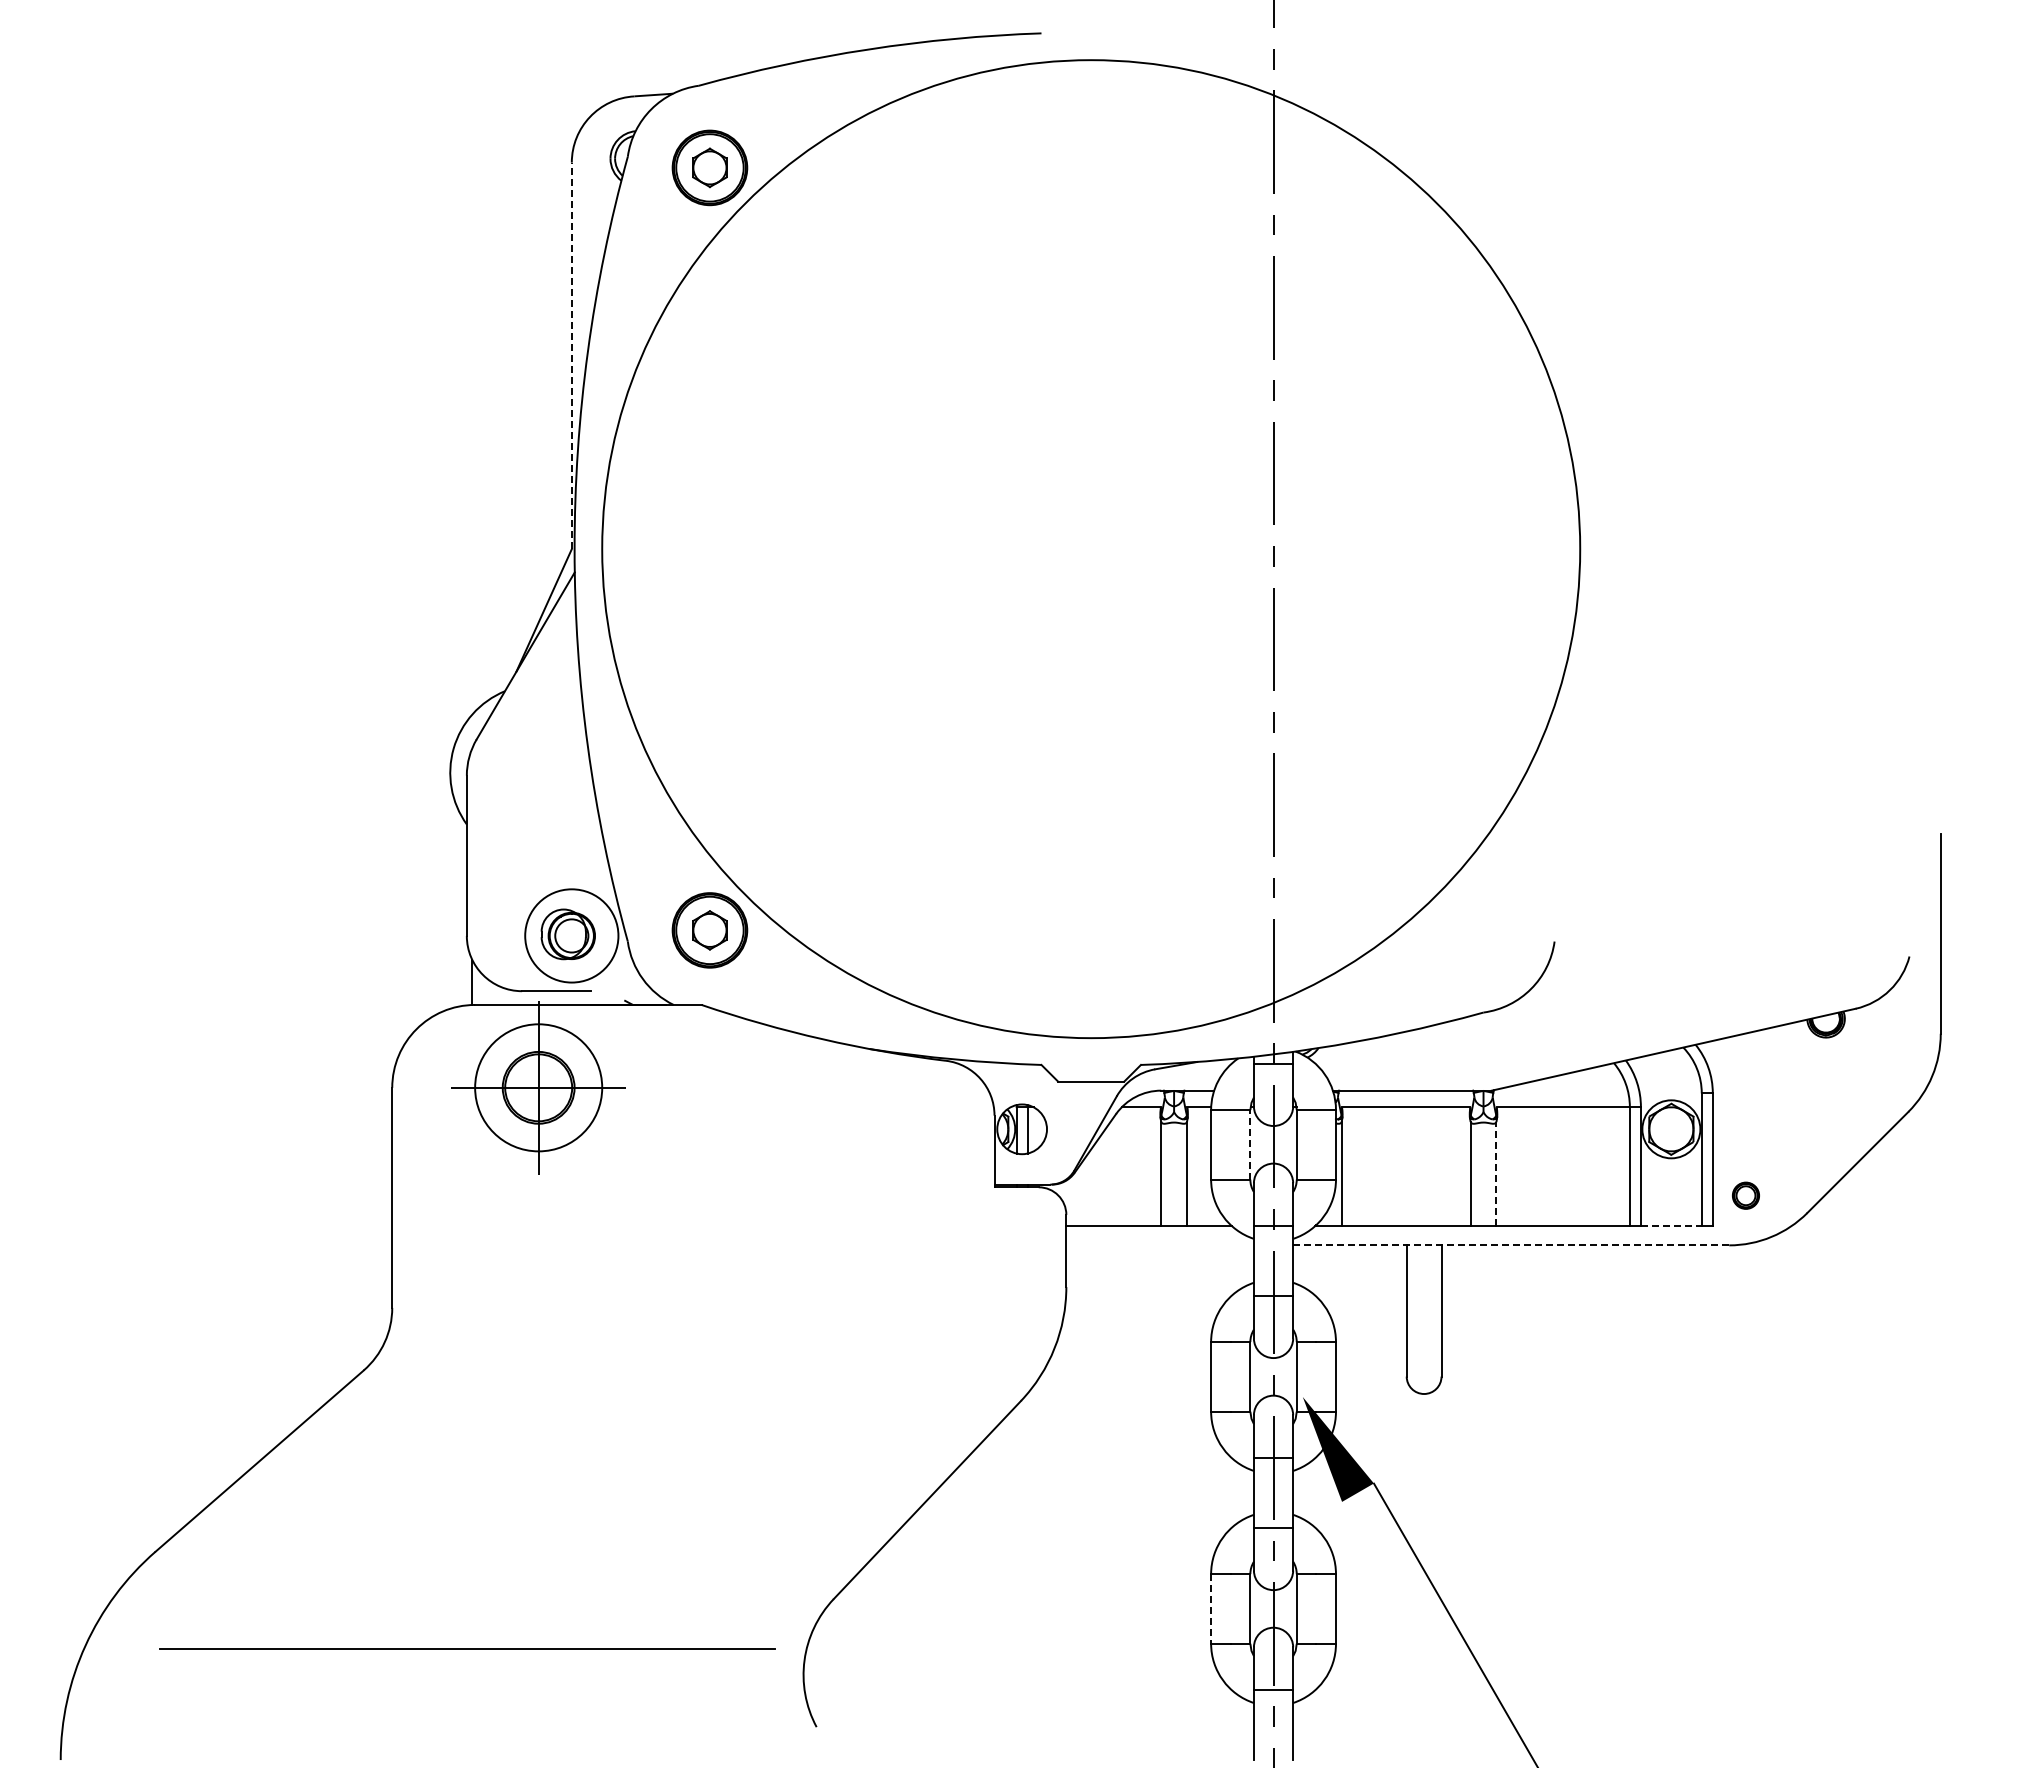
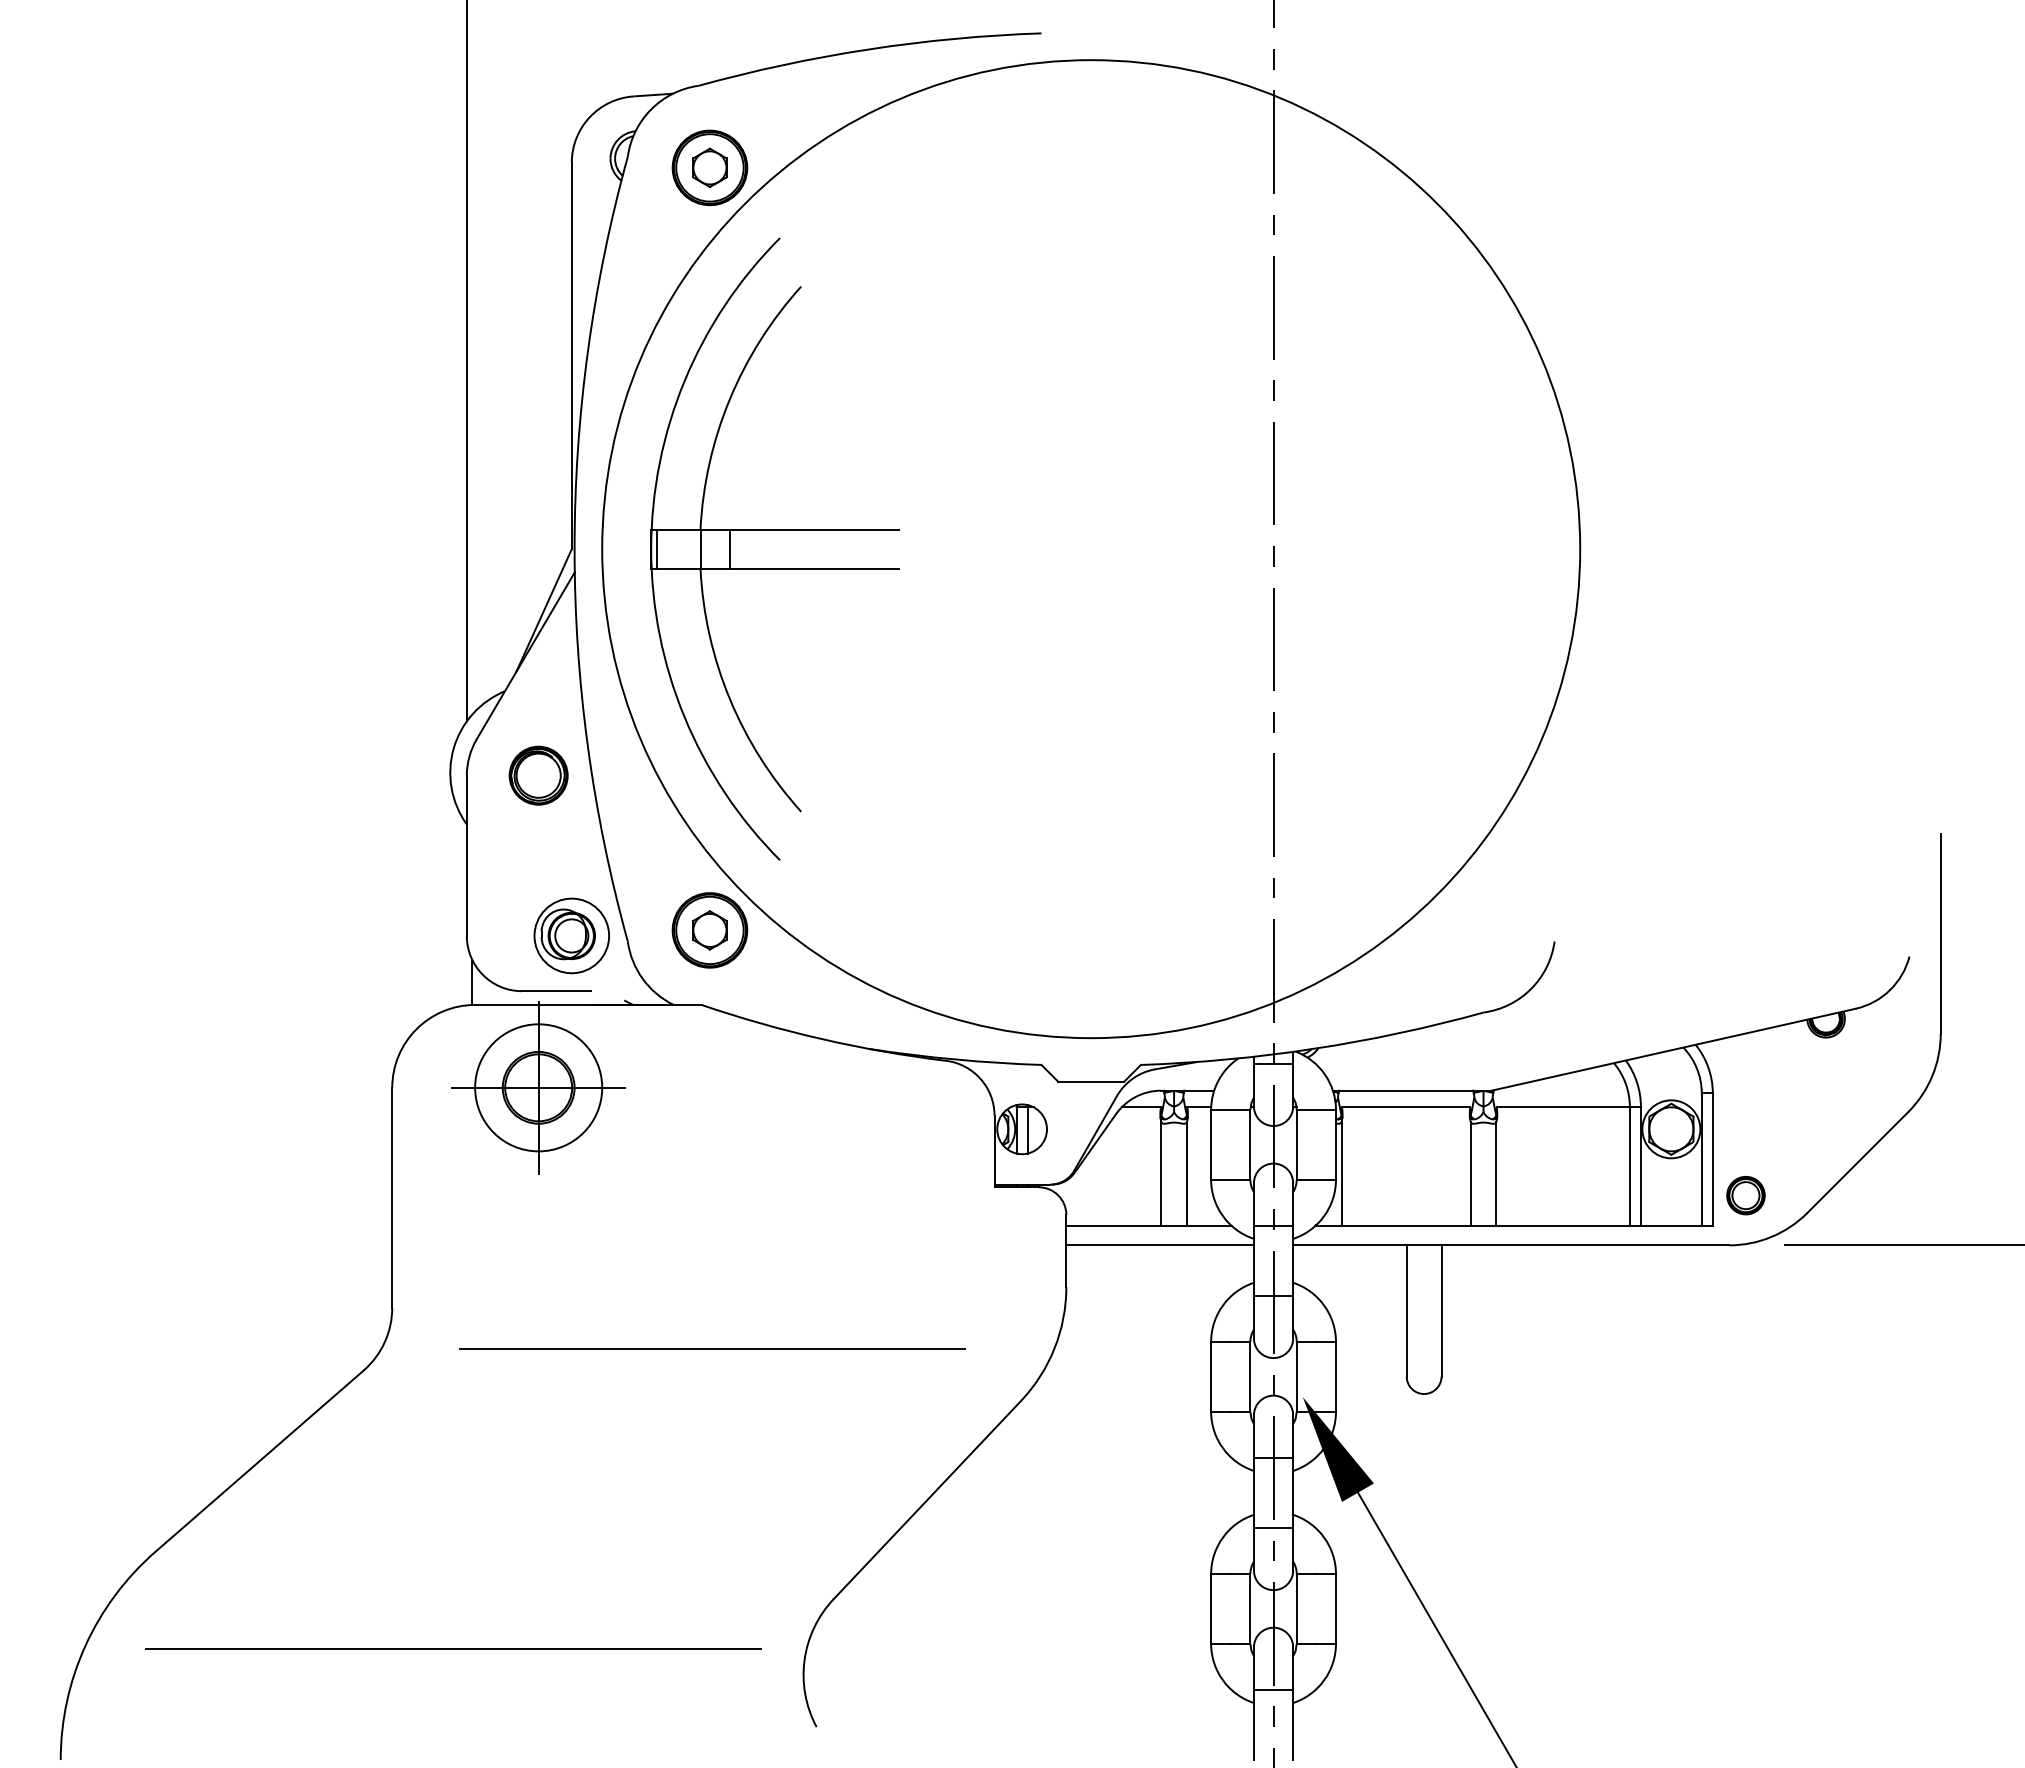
line at (571, 355): dashed -> solid
line at (466, 361): none -> present
part at (774, 530): none -> present
part at (538, 775): none -> present
circle at (571, 935) diameter: 93 px -> 75 px
line at (1250, 1144): dashed -> solid
line at (1496, 1174): dashed -> solid
part at (1745, 1195) size: 28x29 px -> 40x40 px
line at (1671, 1226): dashed -> solid
line at (1159, 1245): none -> present
line at (1510, 1245): dashed -> solid
line at (1902, 1245): none -> present
line at (712, 1348): none -> present
line at (1211, 1608): dashed -> solid
line at (1455, 1623) position: (1455, 1623) -> (1436, 1628)
line at (467, 1648) position: (467, 1648) -> (453, 1648)
